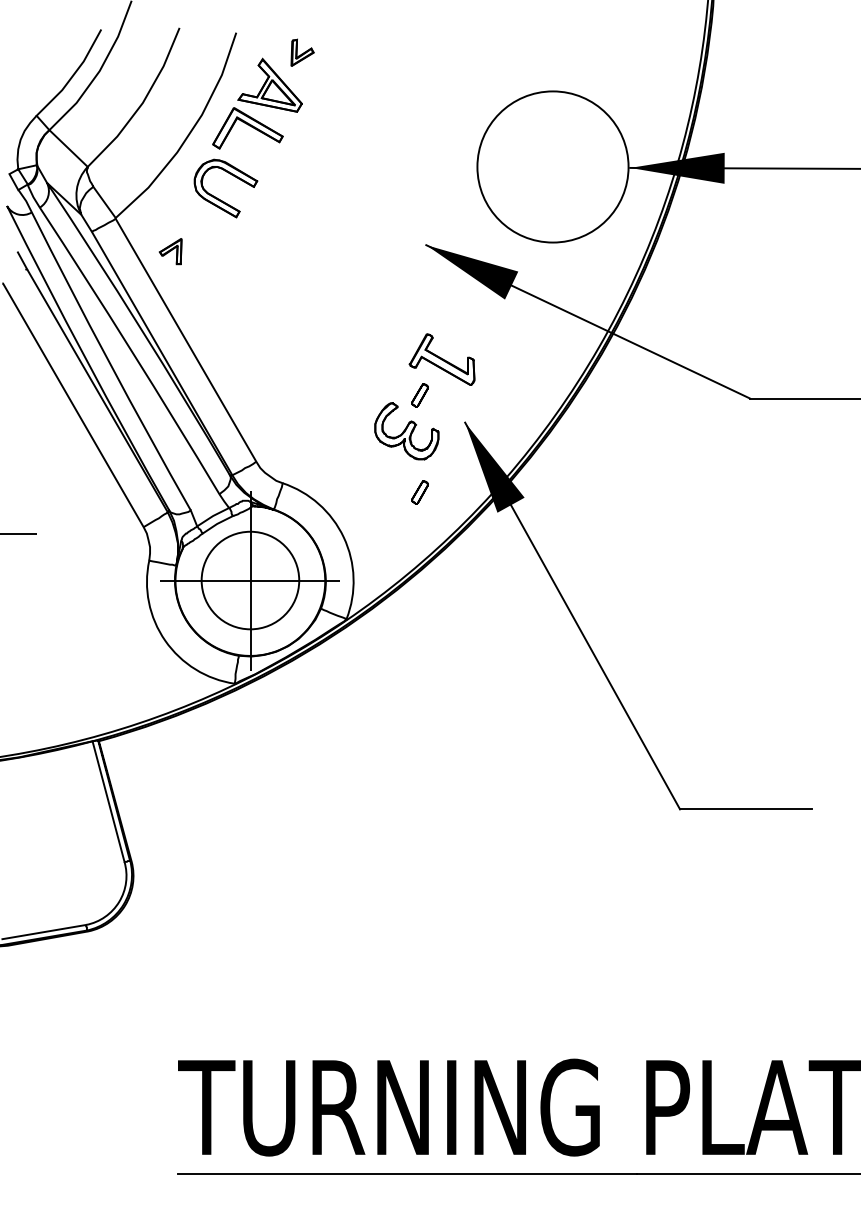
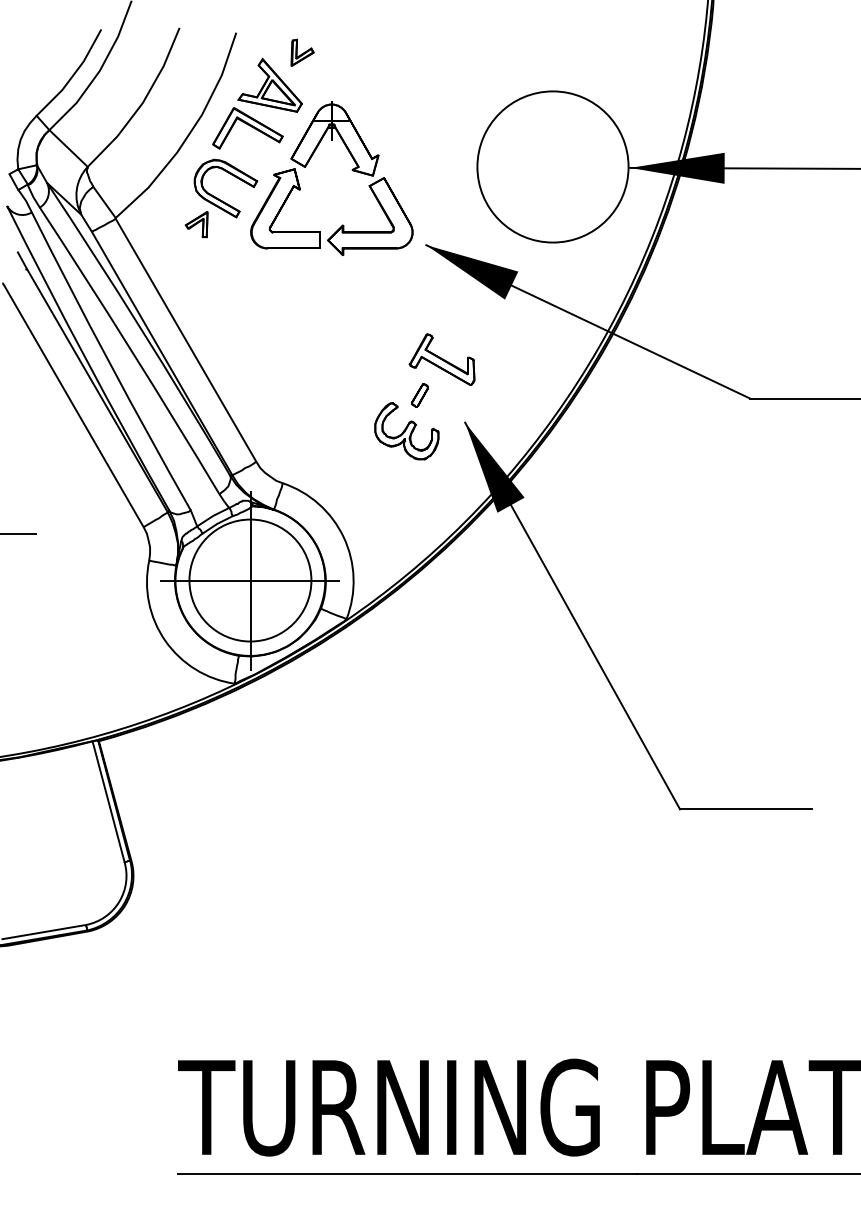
part at (351, 170): none -> present
part at (170, 251) position: (170, 251) -> (196, 224)
part at (419, 492): present -> none
circle at (250, 580) diameter: 98 px -> 122 px
